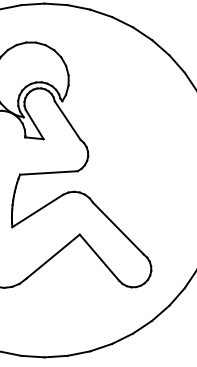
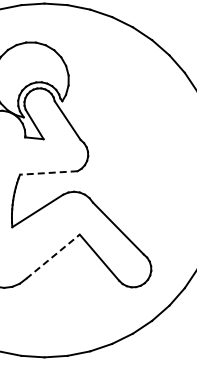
line at (48, 172): solid -> dashed
line at (52, 256): solid -> dashed
